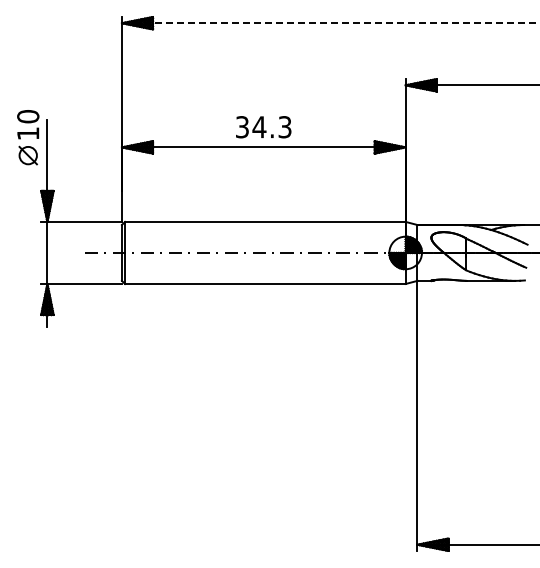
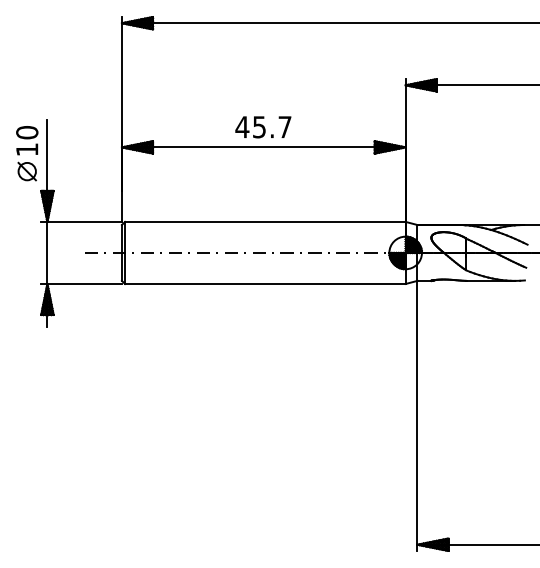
line at (330, 23): dashed -> solid
text at (263, 127): 34.3 -> 45.7
part at (28, 137) position: (28, 137) -> (27, 153)
